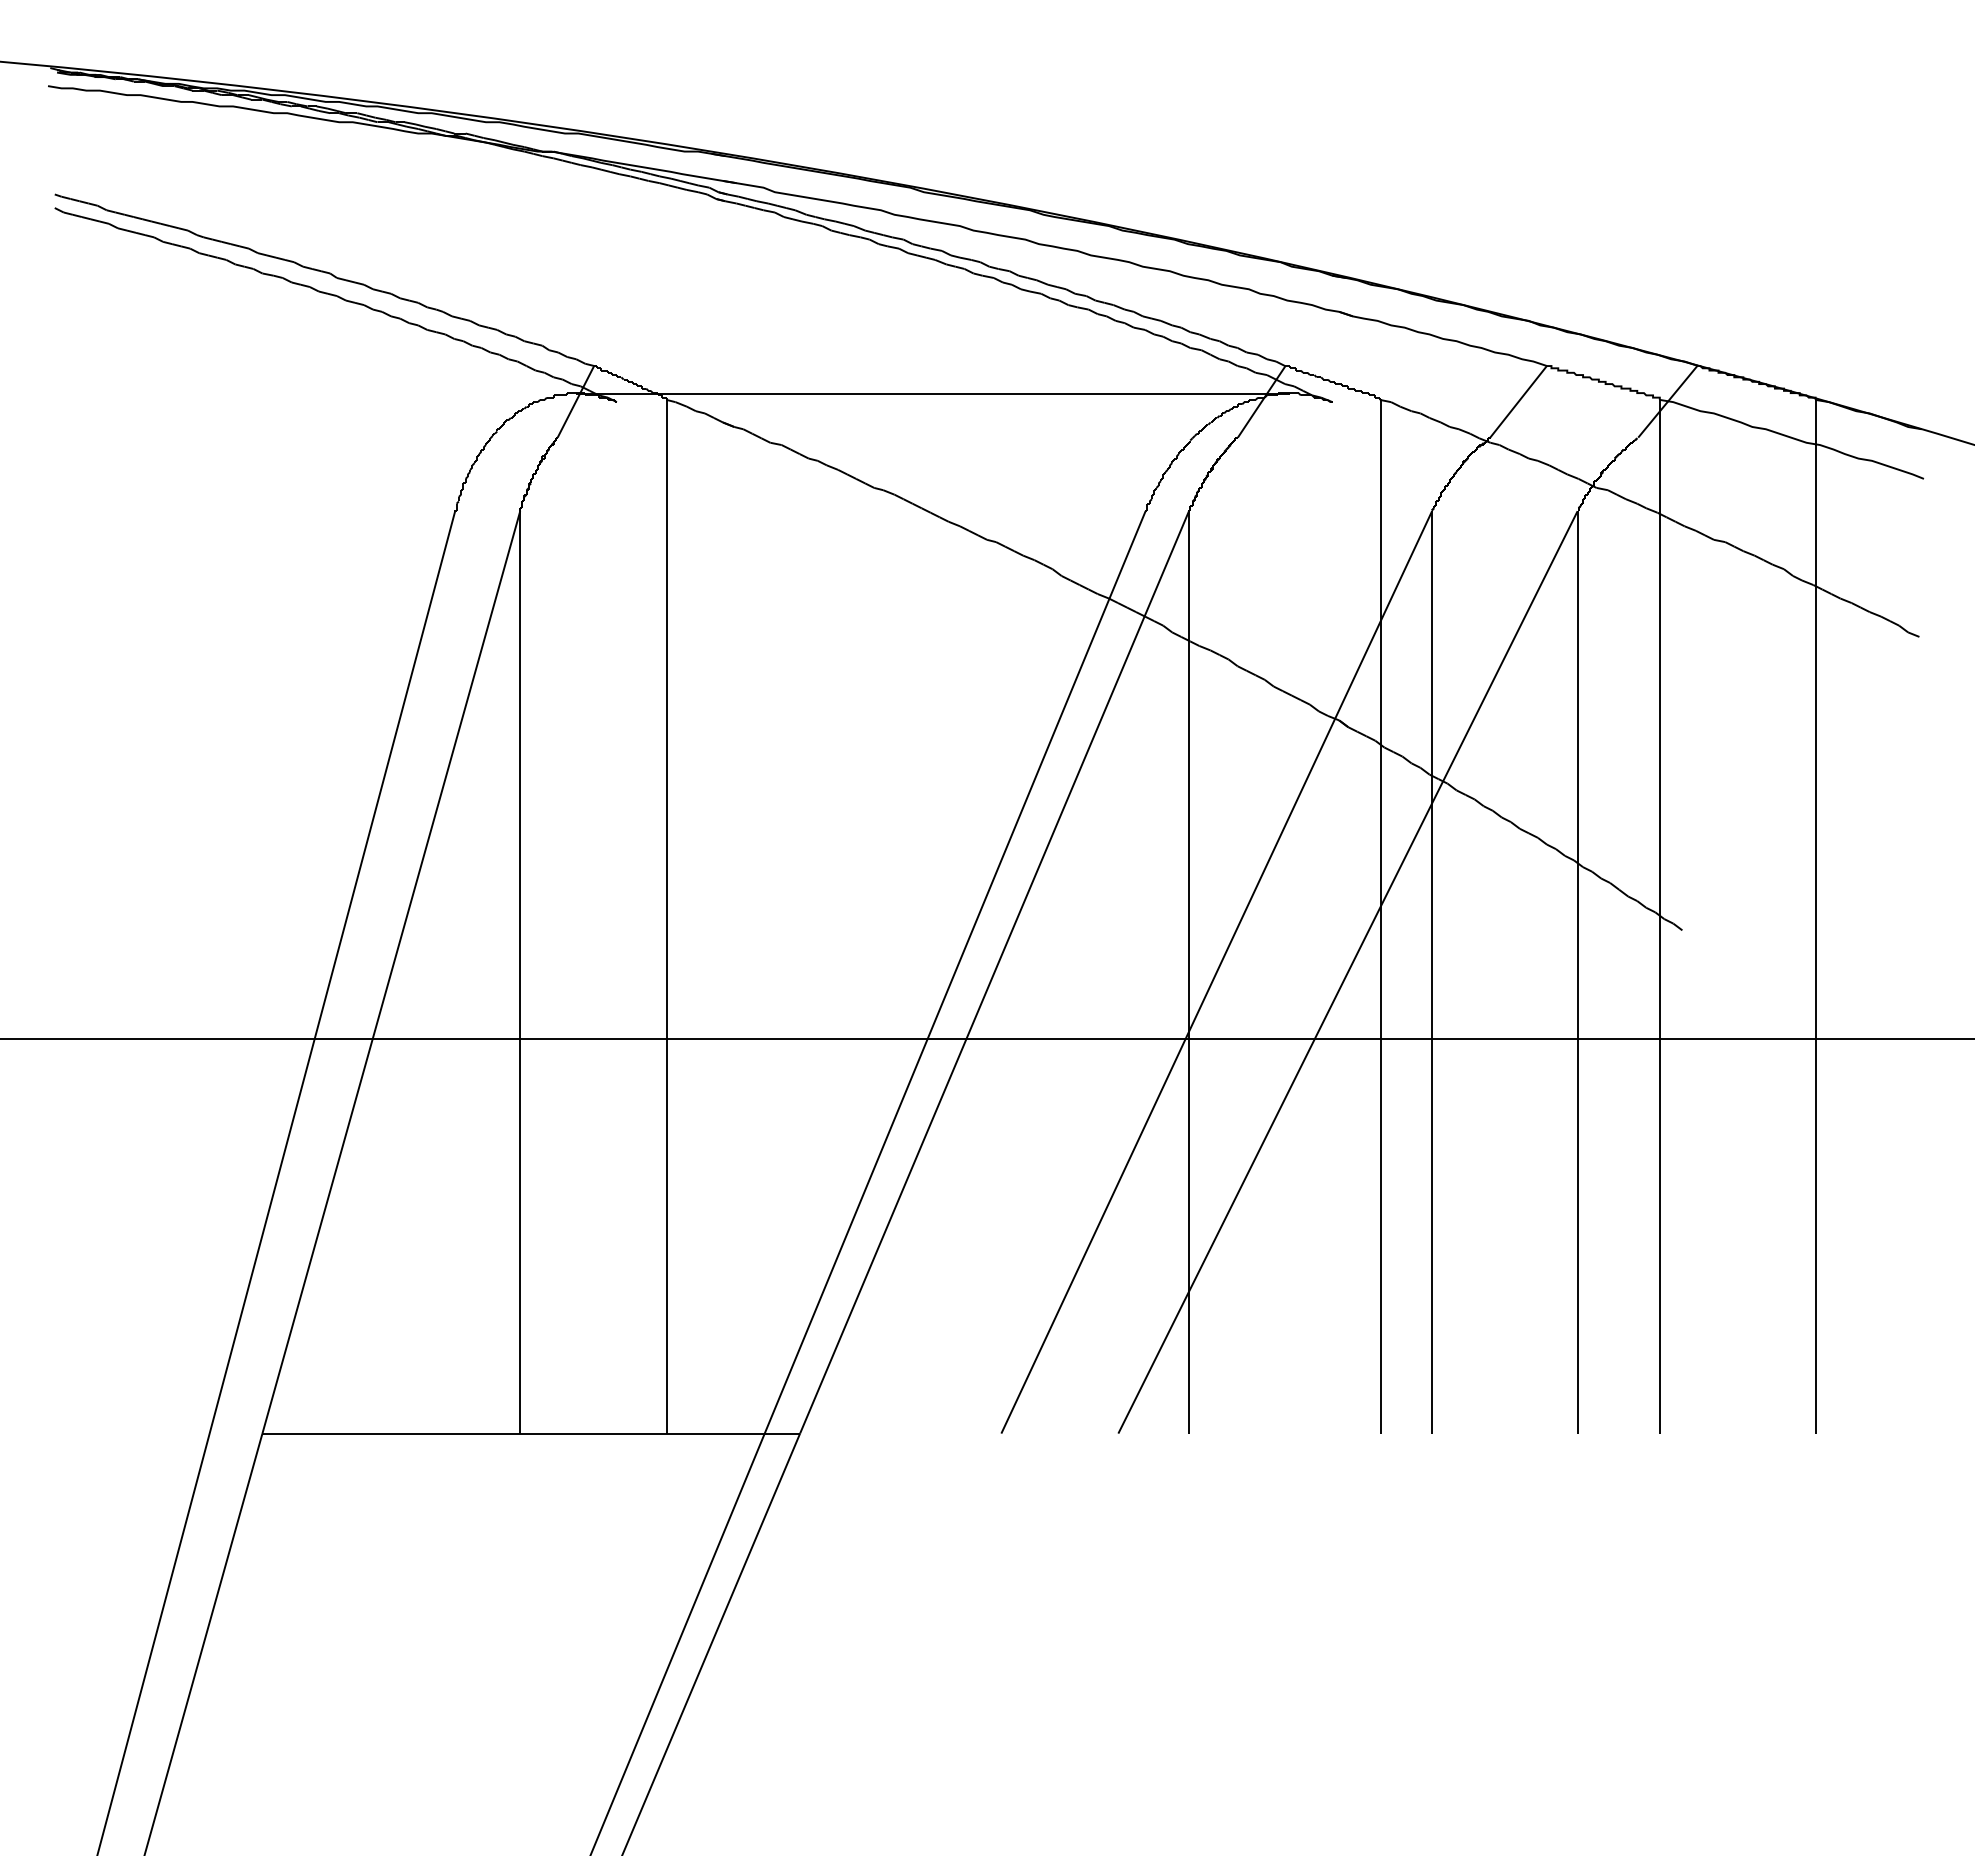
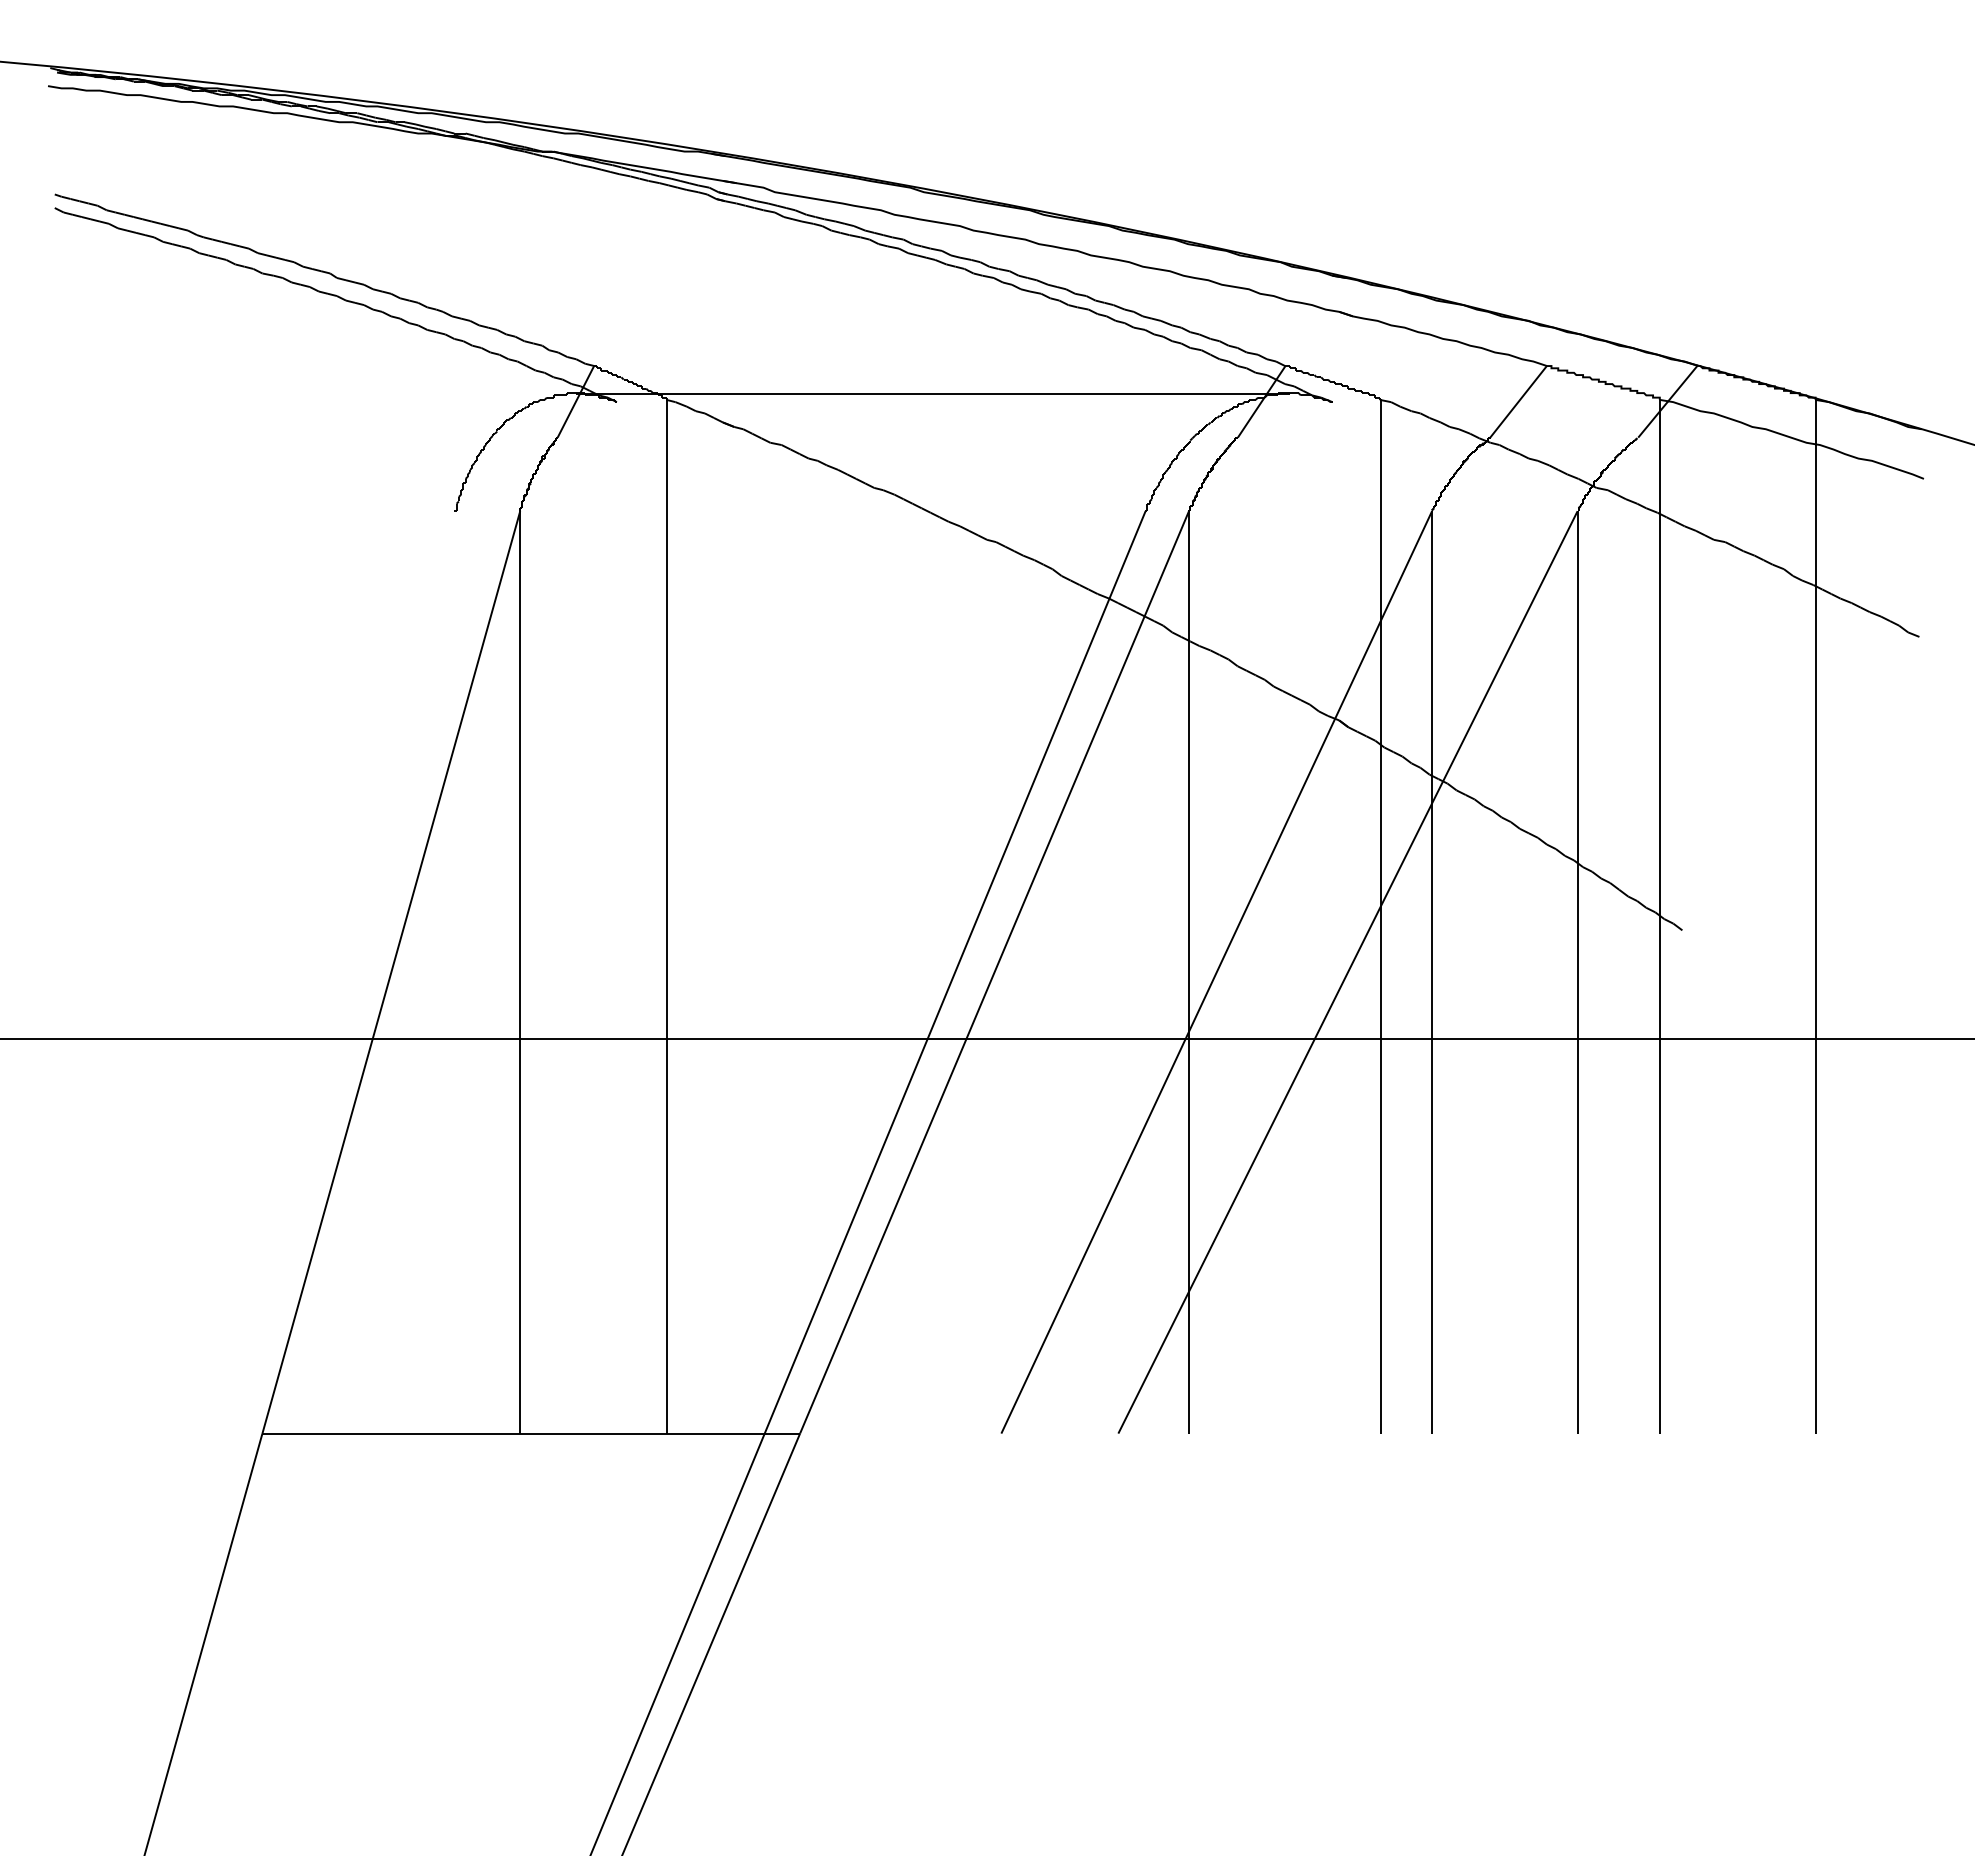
line at (276, 1181): present -> none
